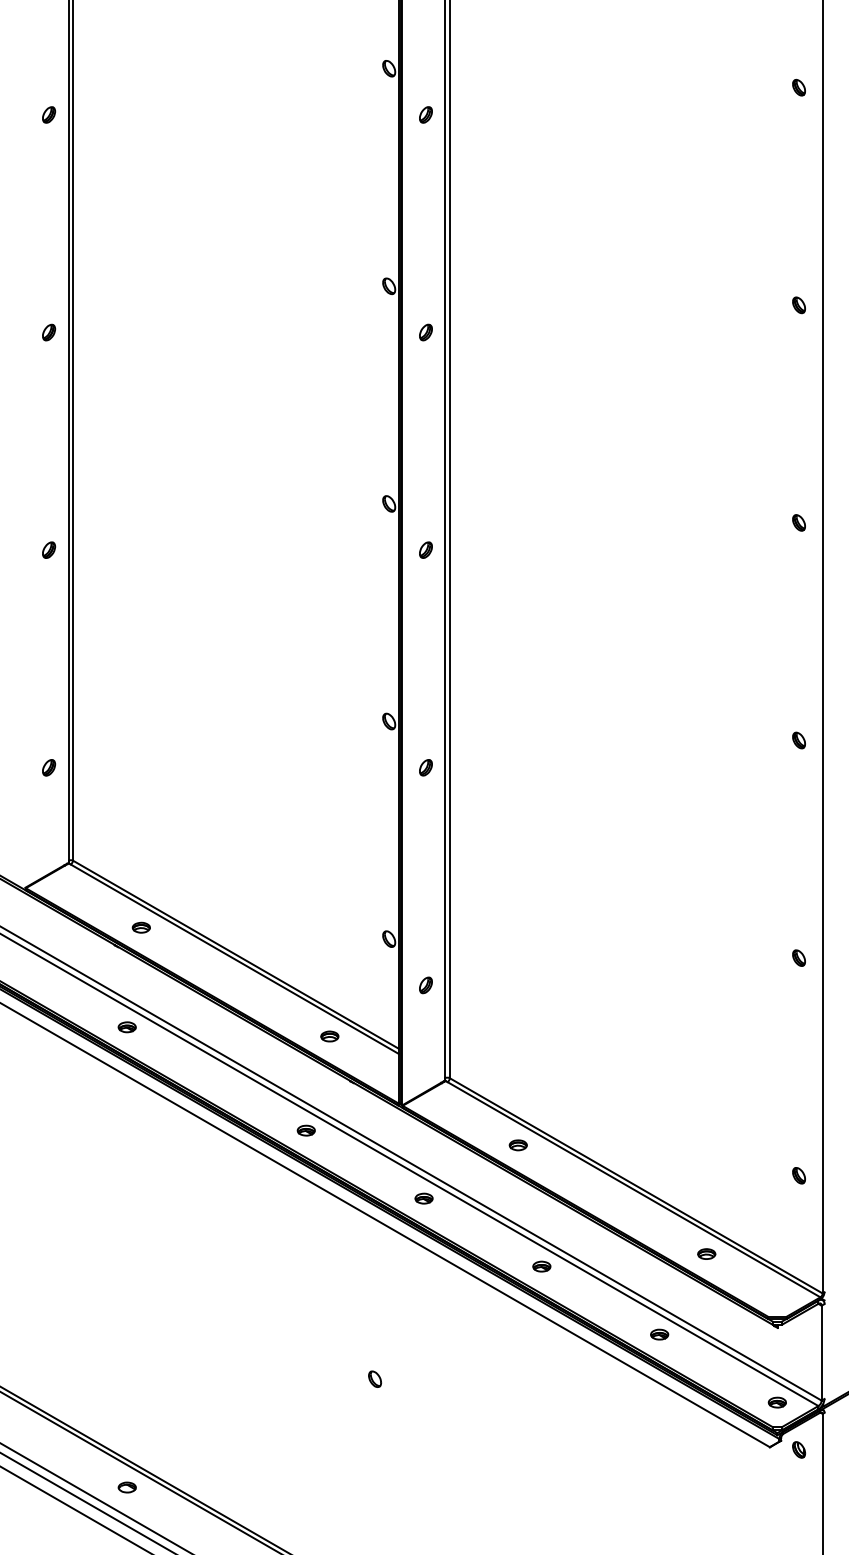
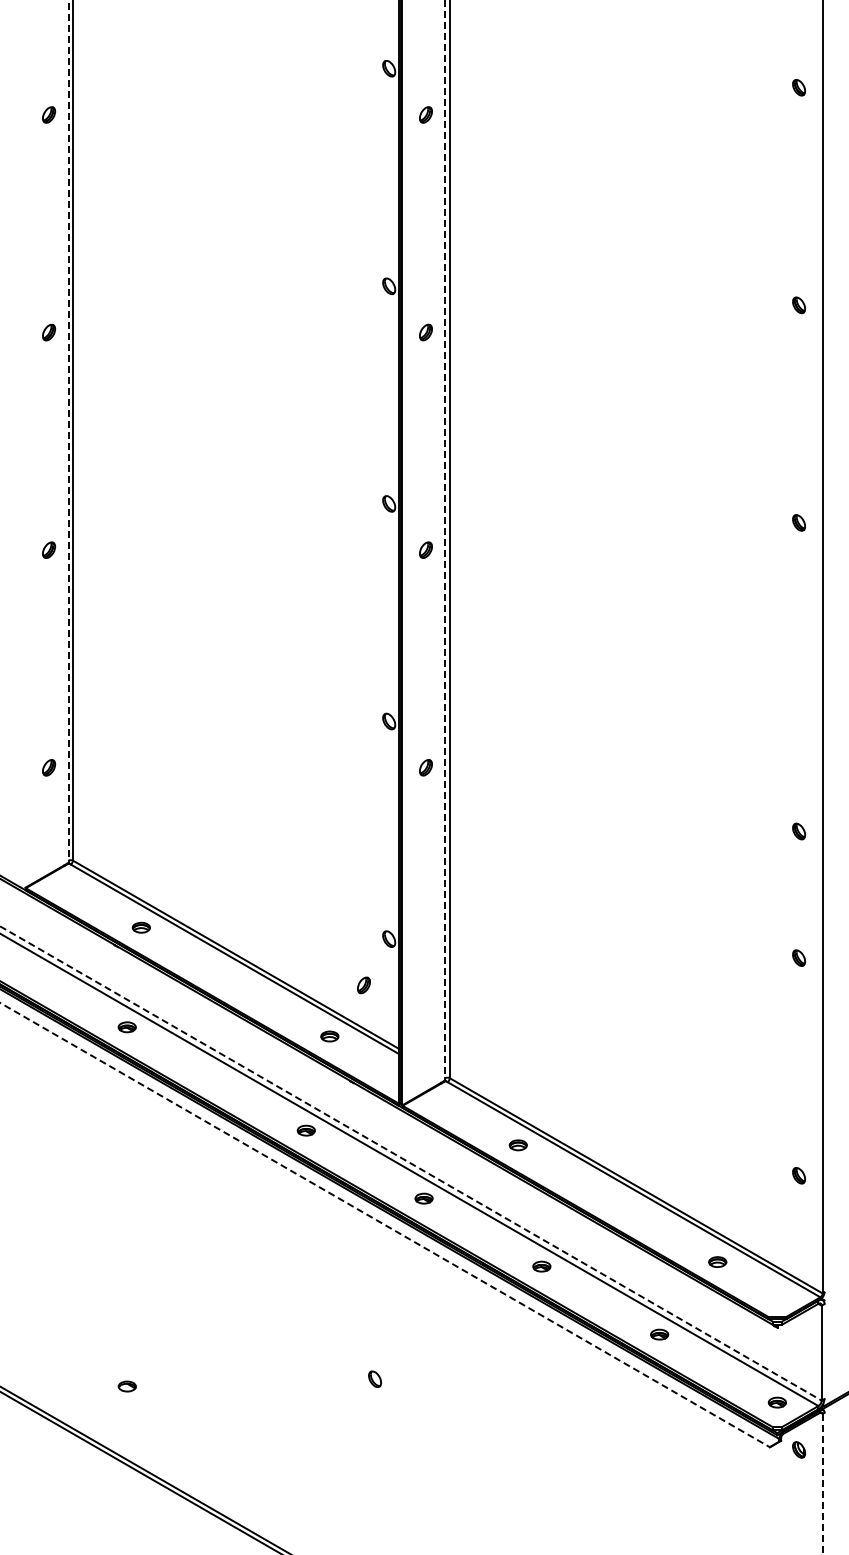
line at (68, 430): solid -> dashed
line at (445, 539): solid -> dashed
part at (798, 740) position: (798, 740) -> (798, 831)
part at (425, 985) position: (425, 985) -> (363, 985)
line at (411, 1163): solid -> dashed
line at (385, 1225): solid -> dashed
part at (706, 1253) position: (706, 1253) -> (717, 1261)
line at (822, 1484): solid -> dashed
part at (126, 1487) position: (126, 1487) -> (126, 1386)
line at (95, 1497): present -> none
line at (86, 1502): present -> none
line at (75, 1509): present -> none
